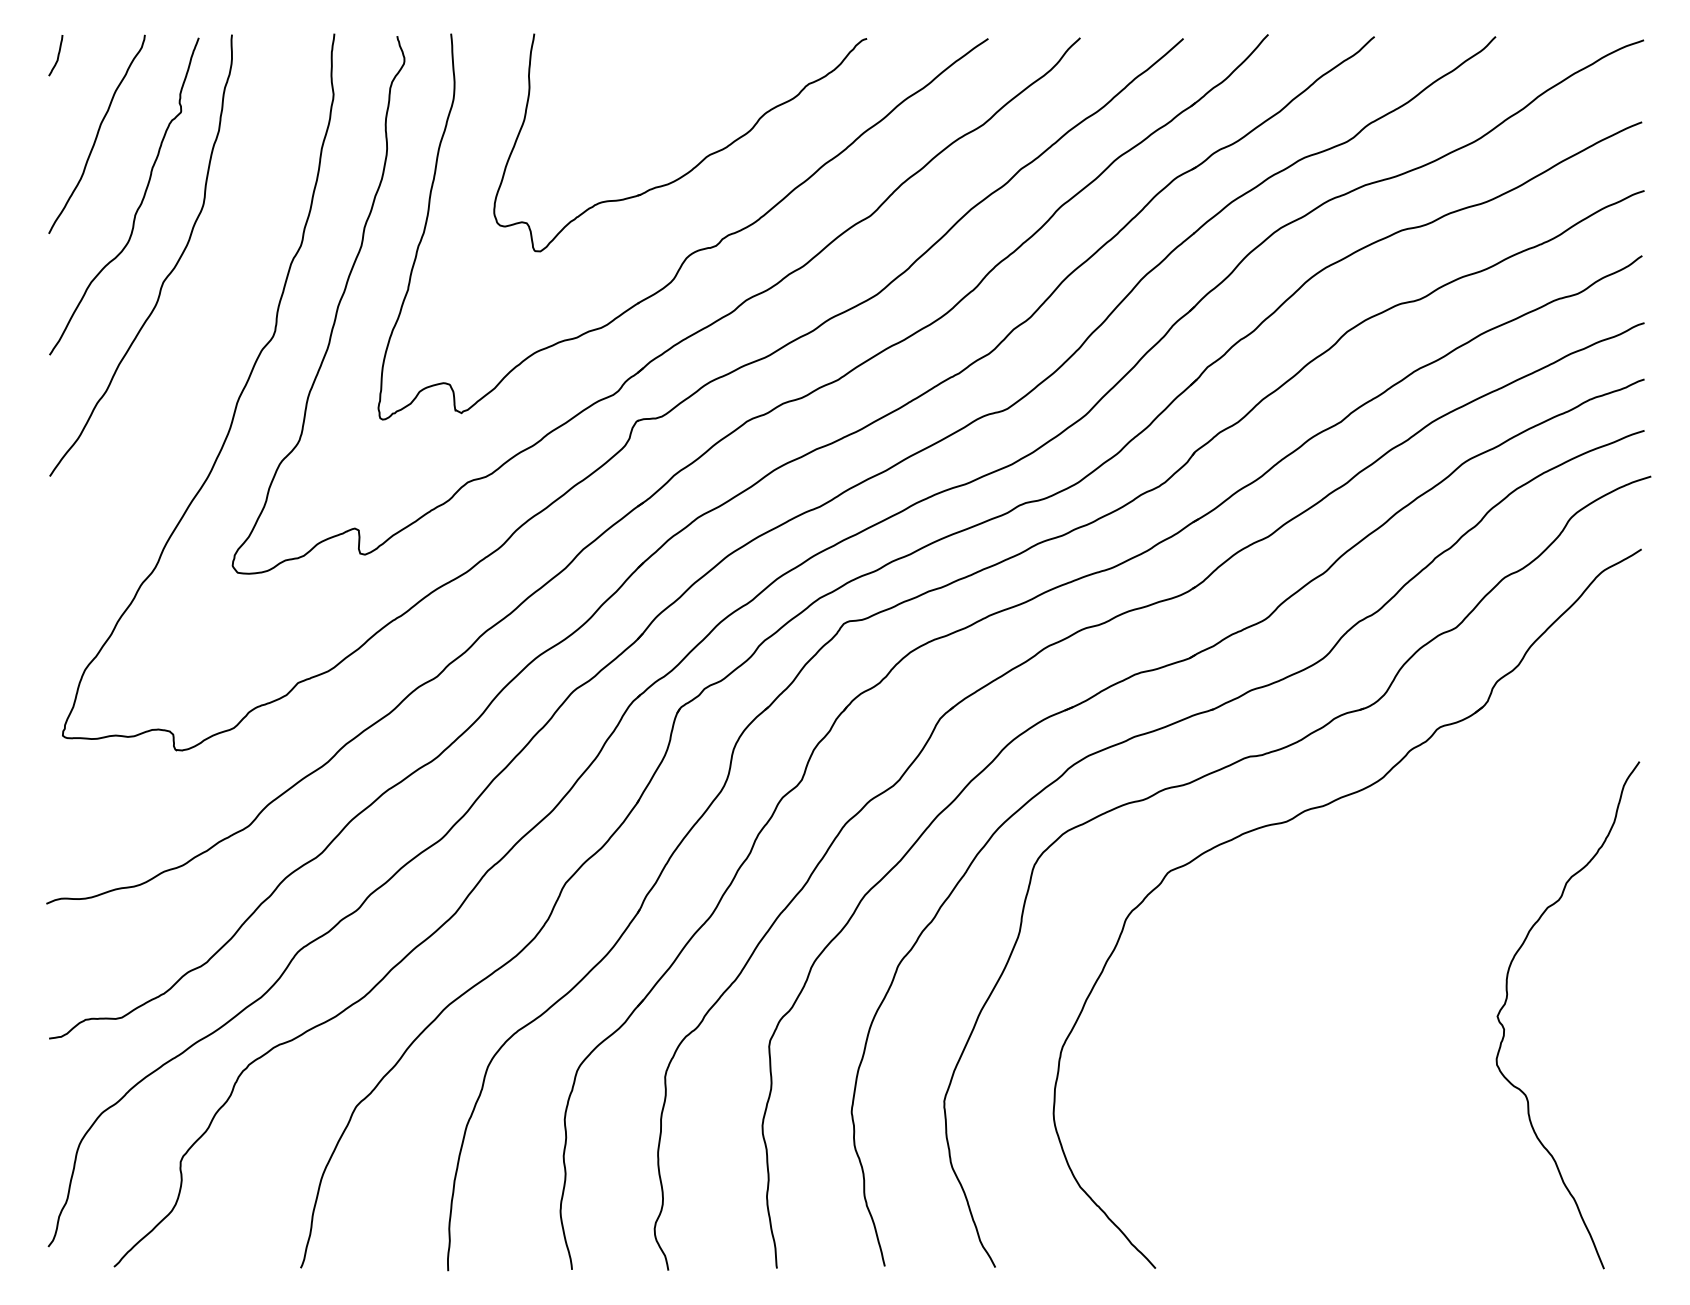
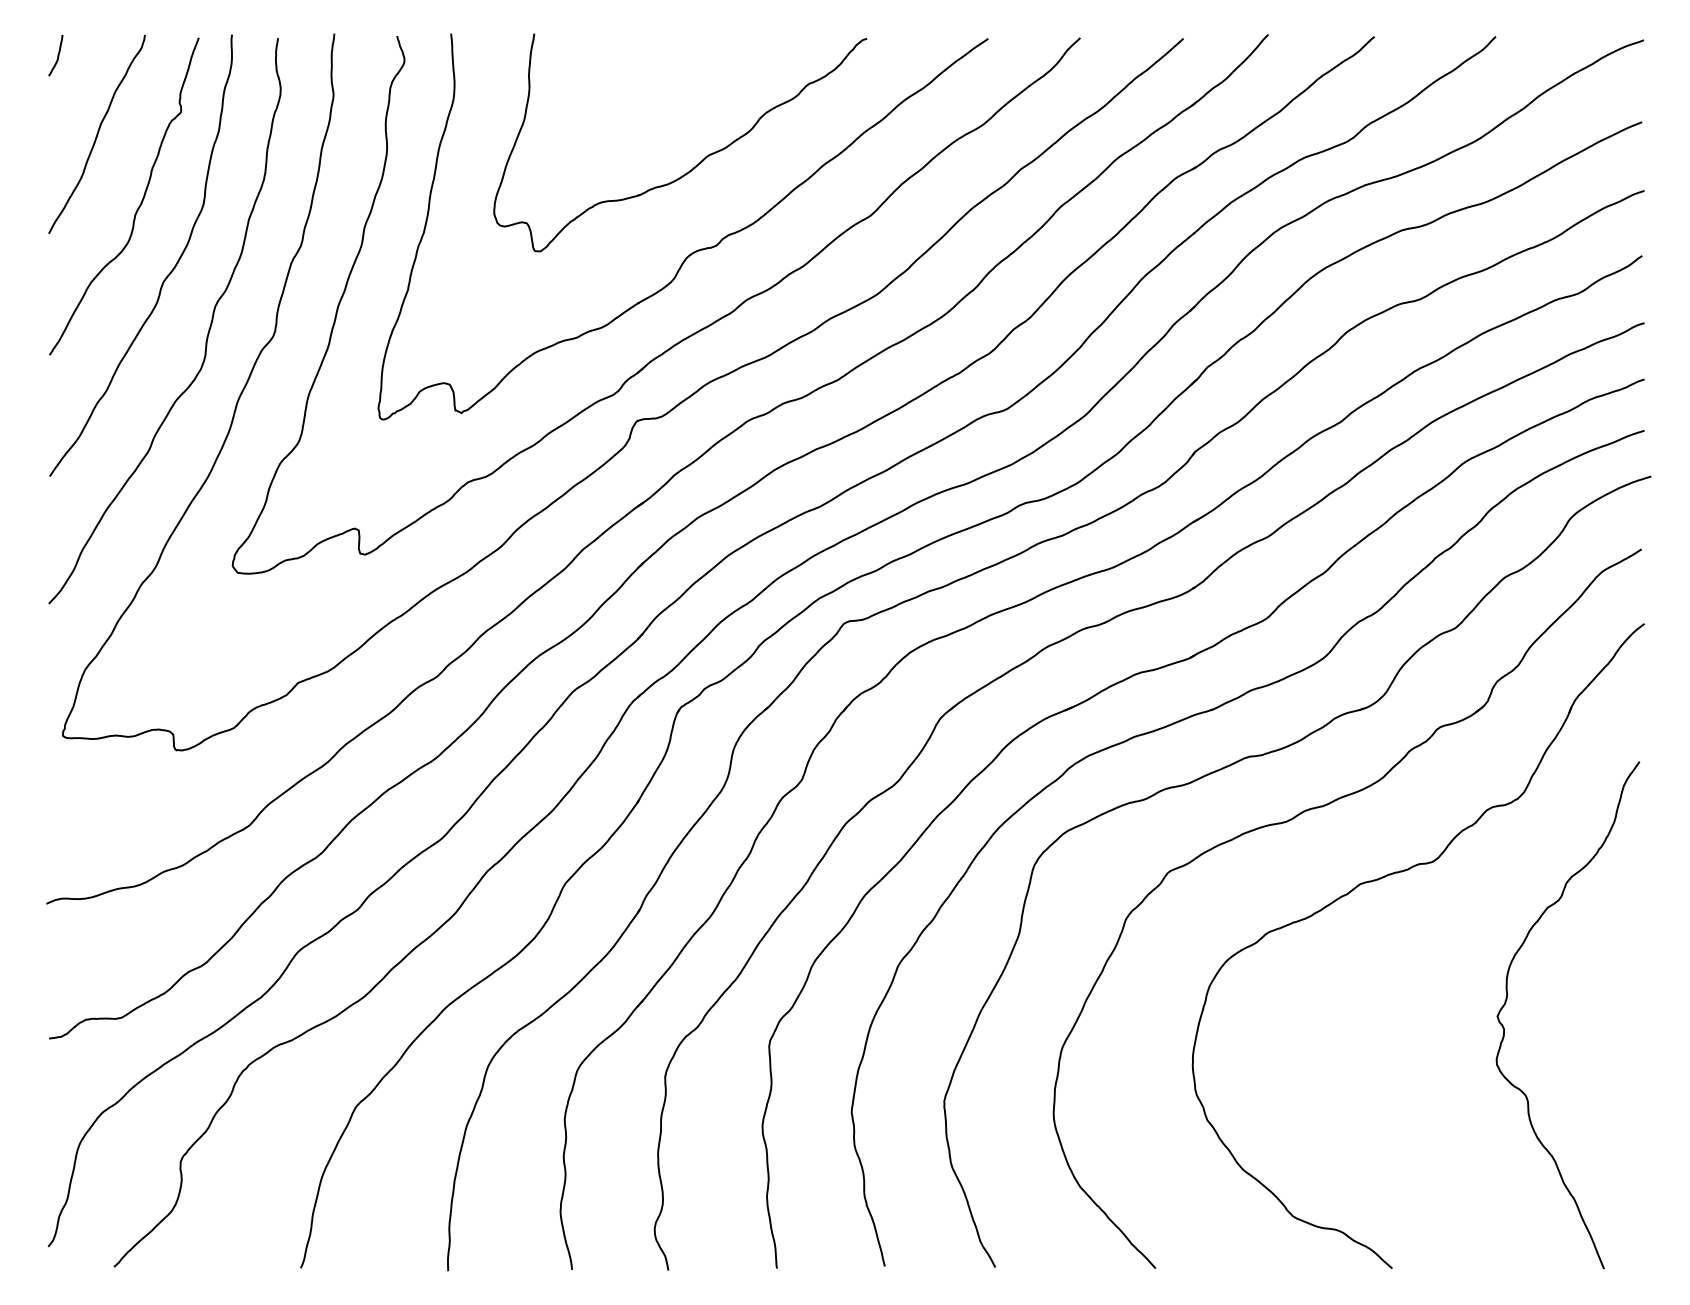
curve at (207, 332): none -> present
part at (1398, 873): none -> present
